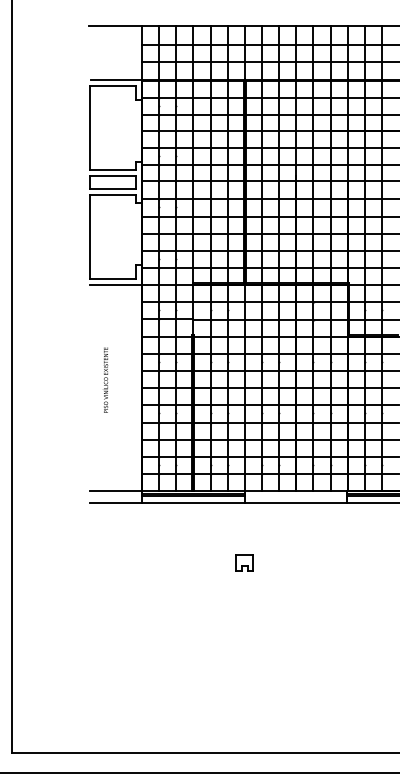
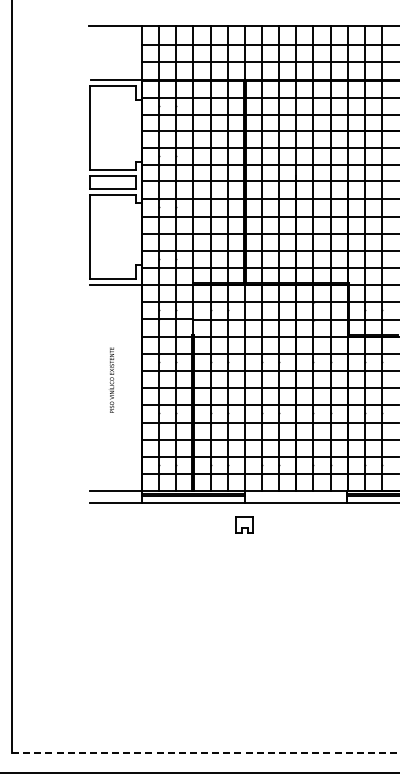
text at (105, 379) position: (105, 379) -> (111, 379)
part at (244, 562) position: (244, 562) -> (244, 524)
line at (205, 752): solid -> dashed
